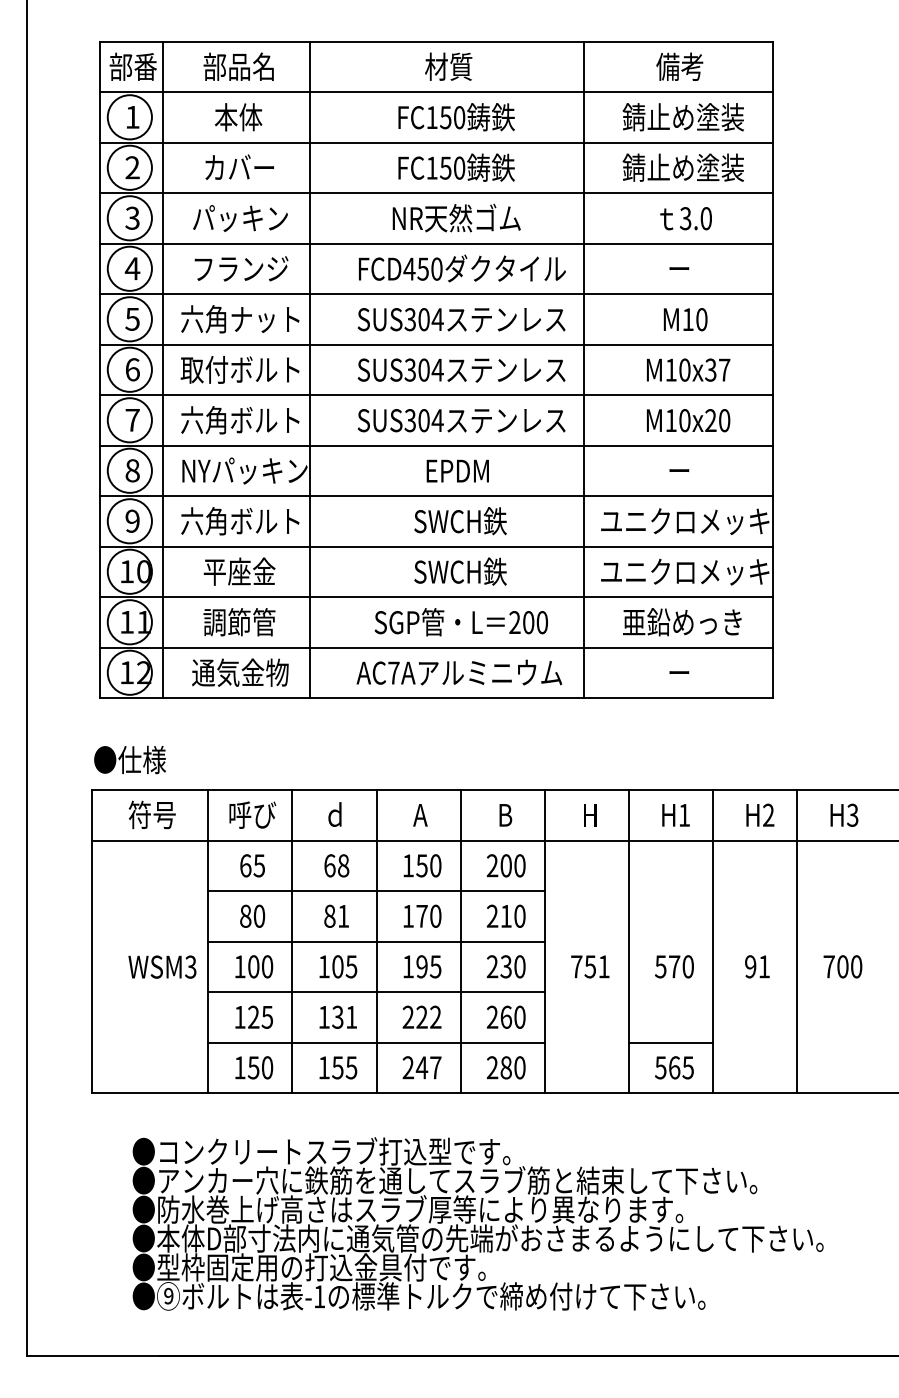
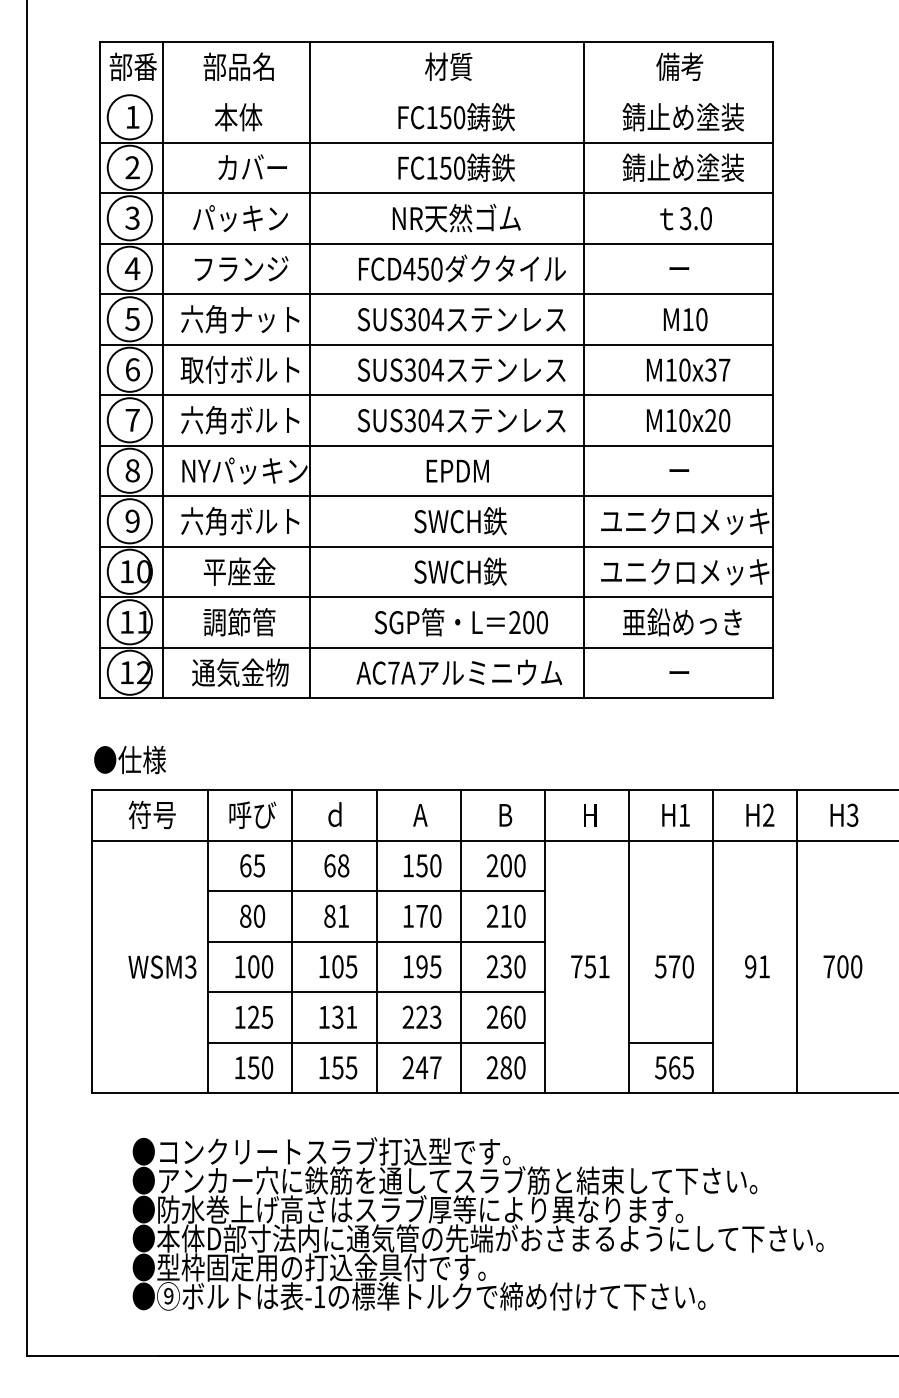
line at (436, 92): present -> none
text at (239, 166) position: (239, 166) -> (252, 166)
text at (435, 1017): 222 -> 223
